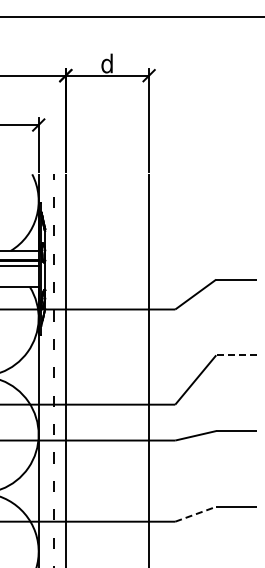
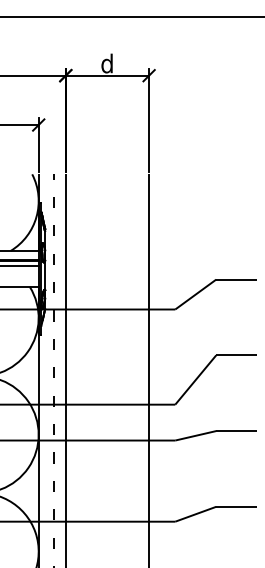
line at (236, 355): dashed -> solid
line at (195, 514): dashed -> solid
